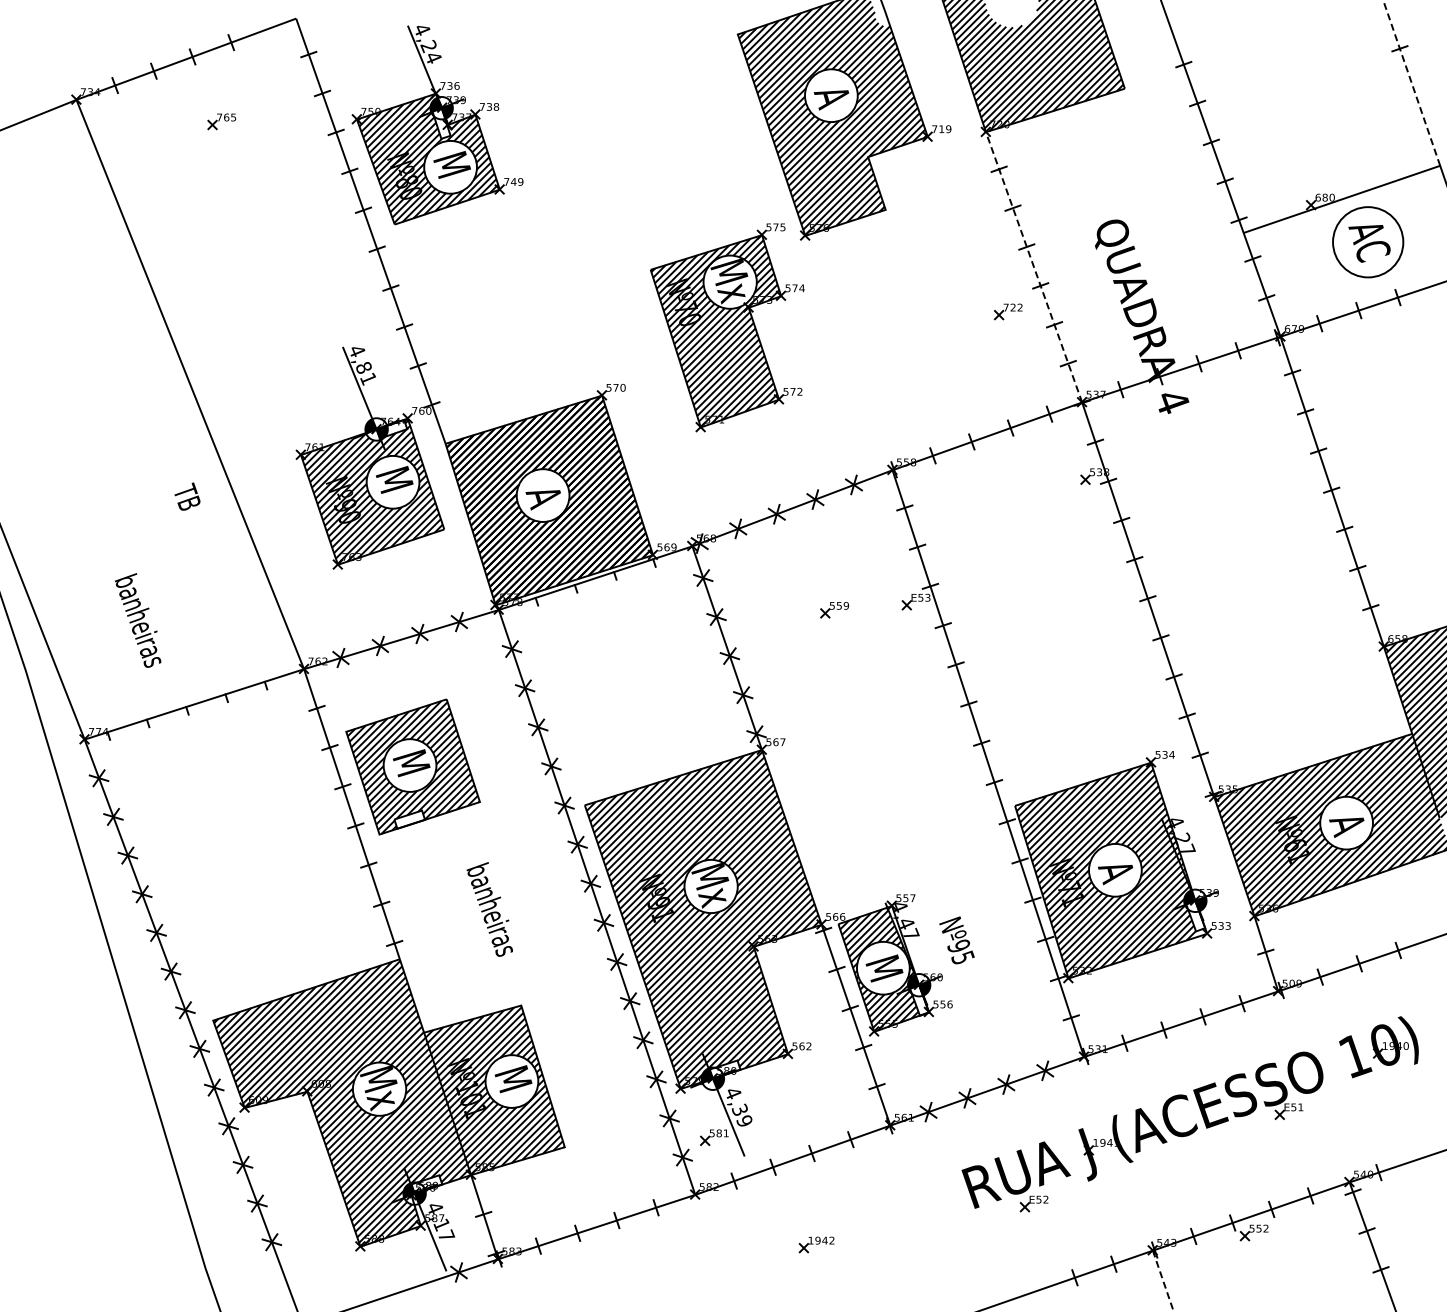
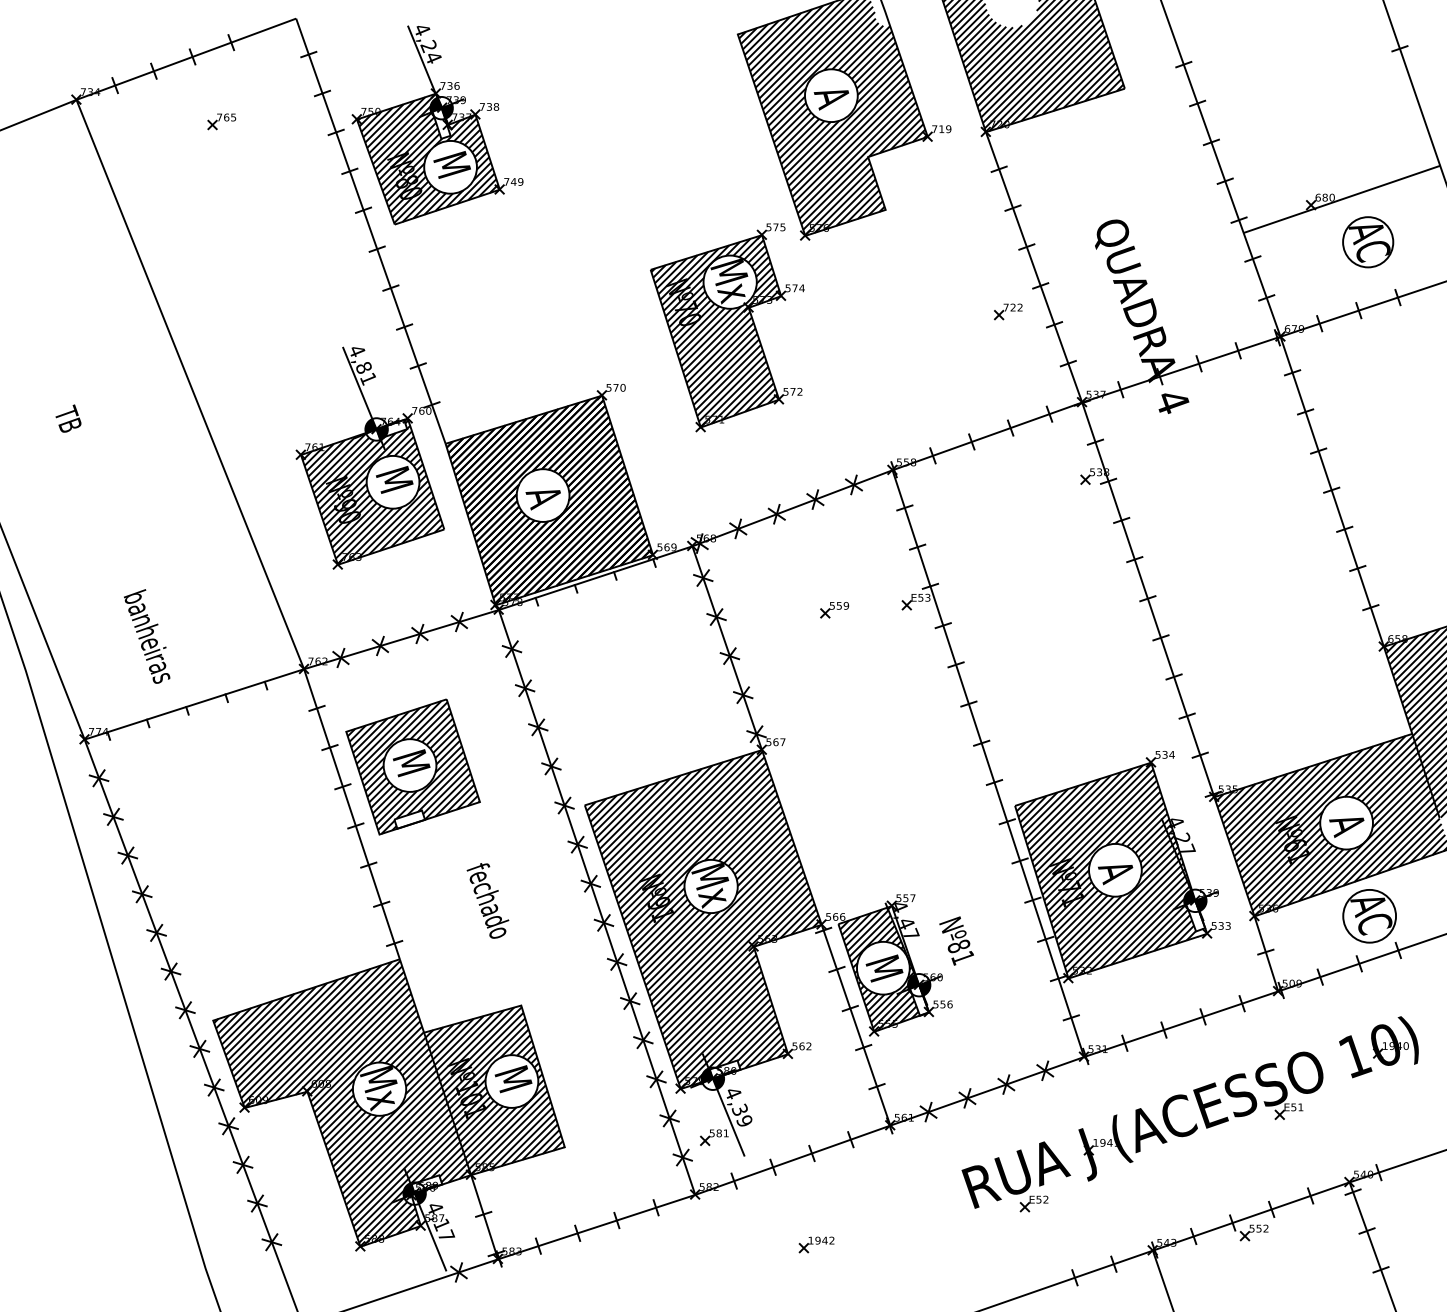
line at (1411, 82): dashed -> solid
circle at (1368, 242) diameter: 70 px -> 50 px
line at (1033, 266): dashed -> solid
text at (187, 496) position: (187, 496) -> (68, 418)
text at (138, 620) position: (138, 620) -> (147, 636)
text at (489, 909): banheiras -> fechado
part at (1369, 916): none -> present
text at (960, 952): Nº95 -> Nº81
line at (1163, 1280): dashed -> solid
